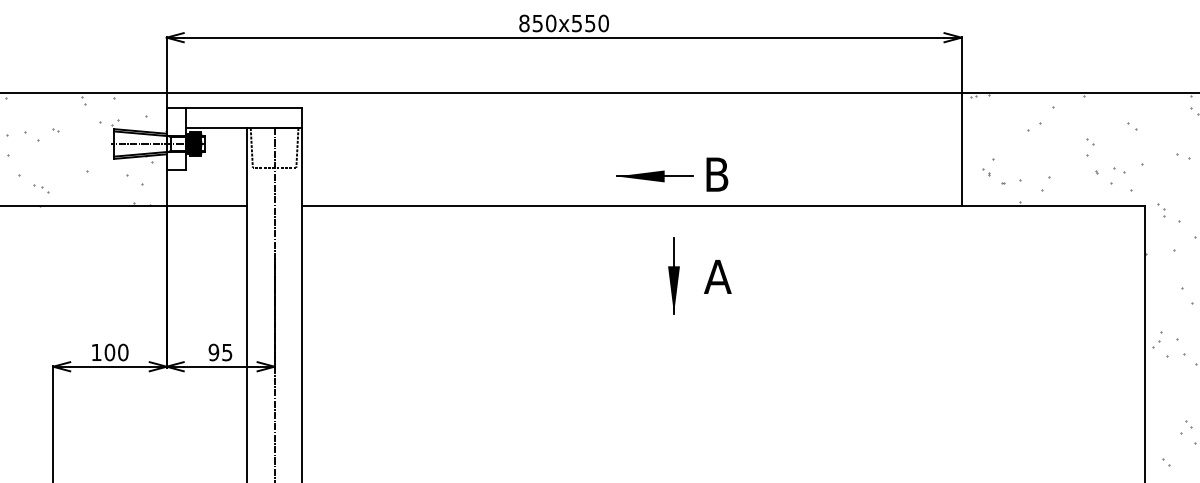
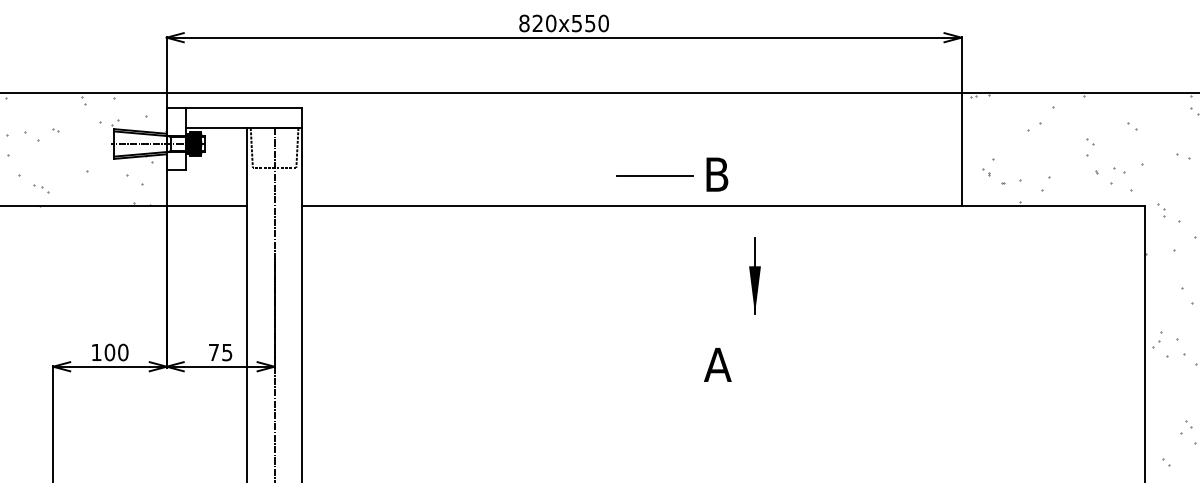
text at (537, 23): 850x550 -> 820x550
fill at (640, 176): present -> none
part at (673, 275) position: (673, 275) -> (754, 275)
text at (717, 276) position: (717, 276) -> (717, 364)
text at (213, 352): 95 -> 75
